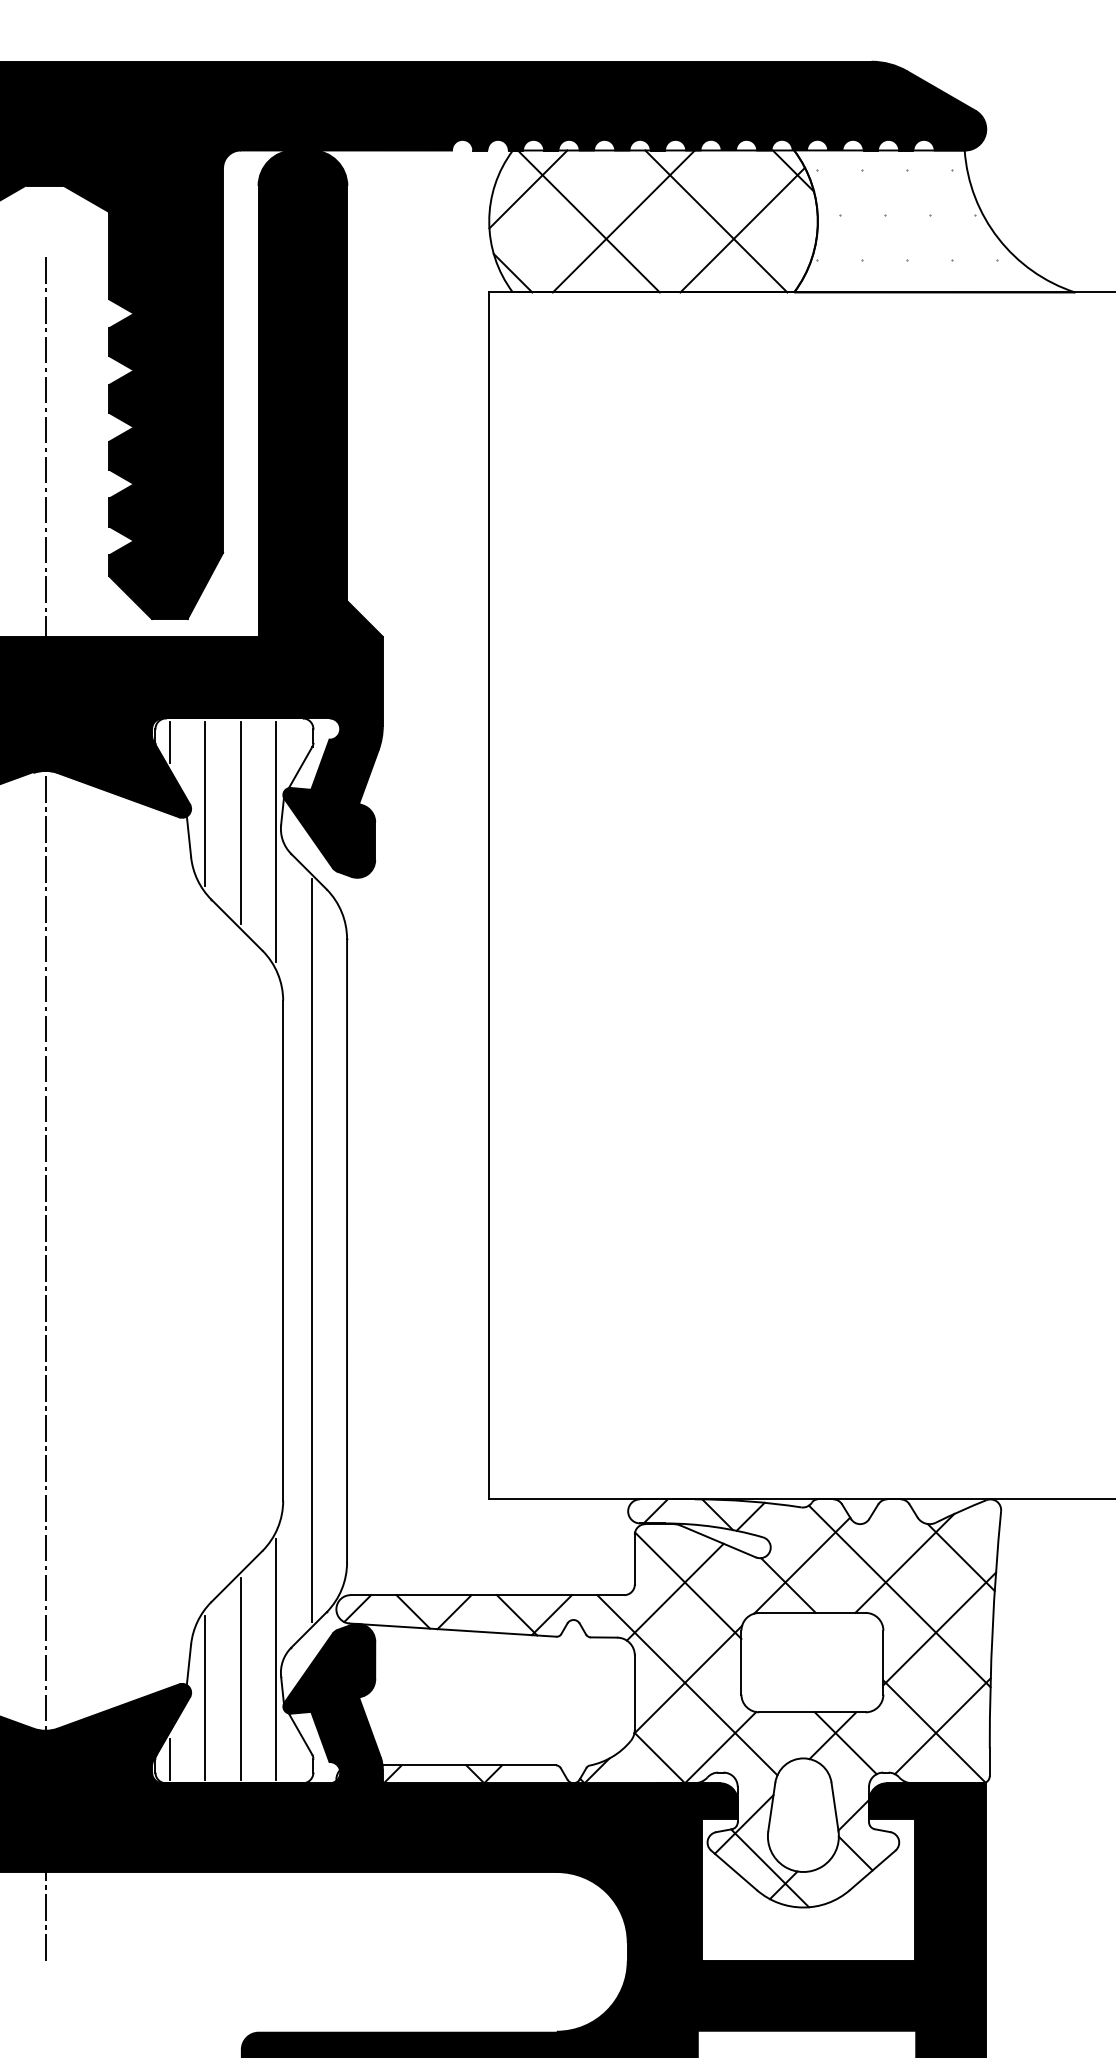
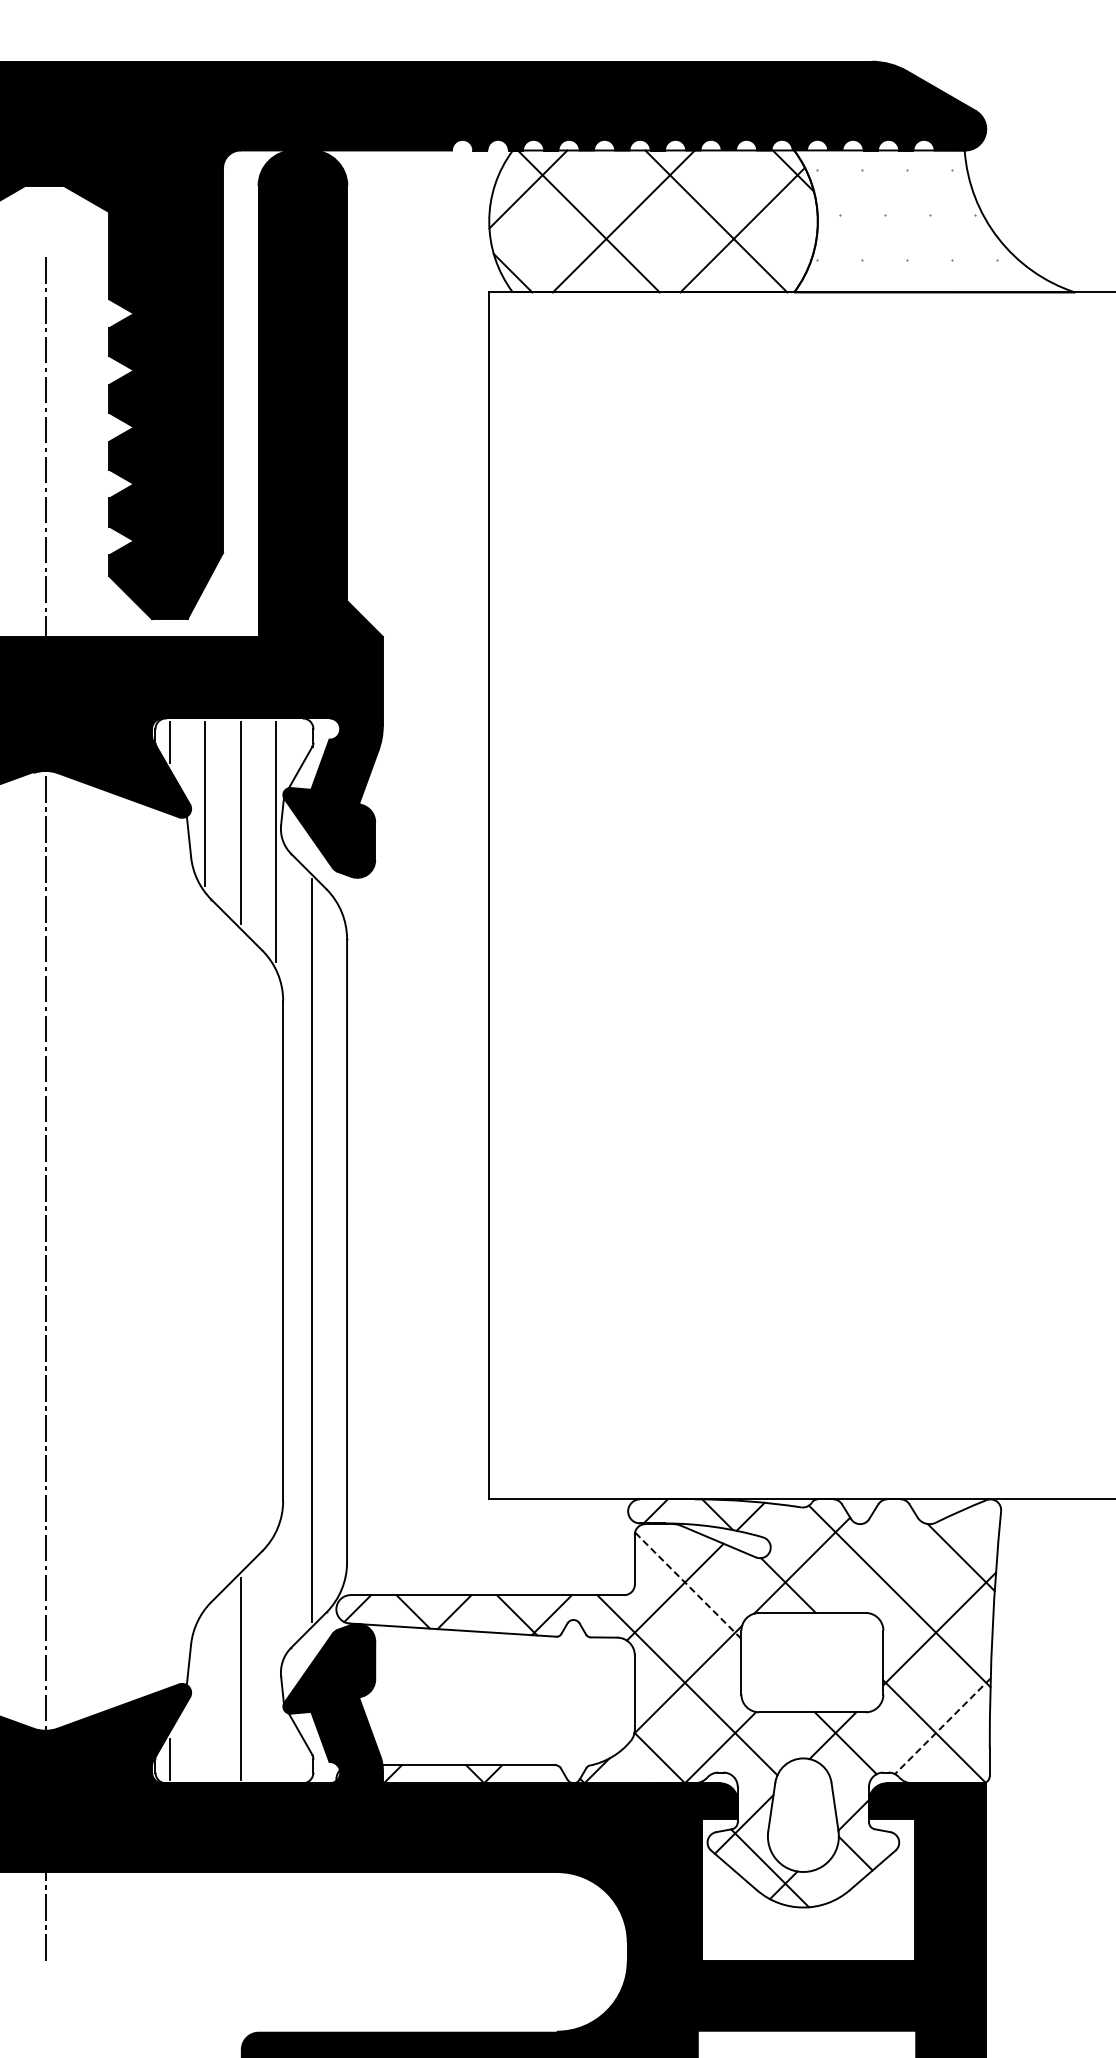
line at (904, 1562): present -> none
line at (687, 1585): solid -> dashed
line at (276, 1659): present -> none
line at (205, 1697): present -> none
line at (942, 1726): solid -> dashed
